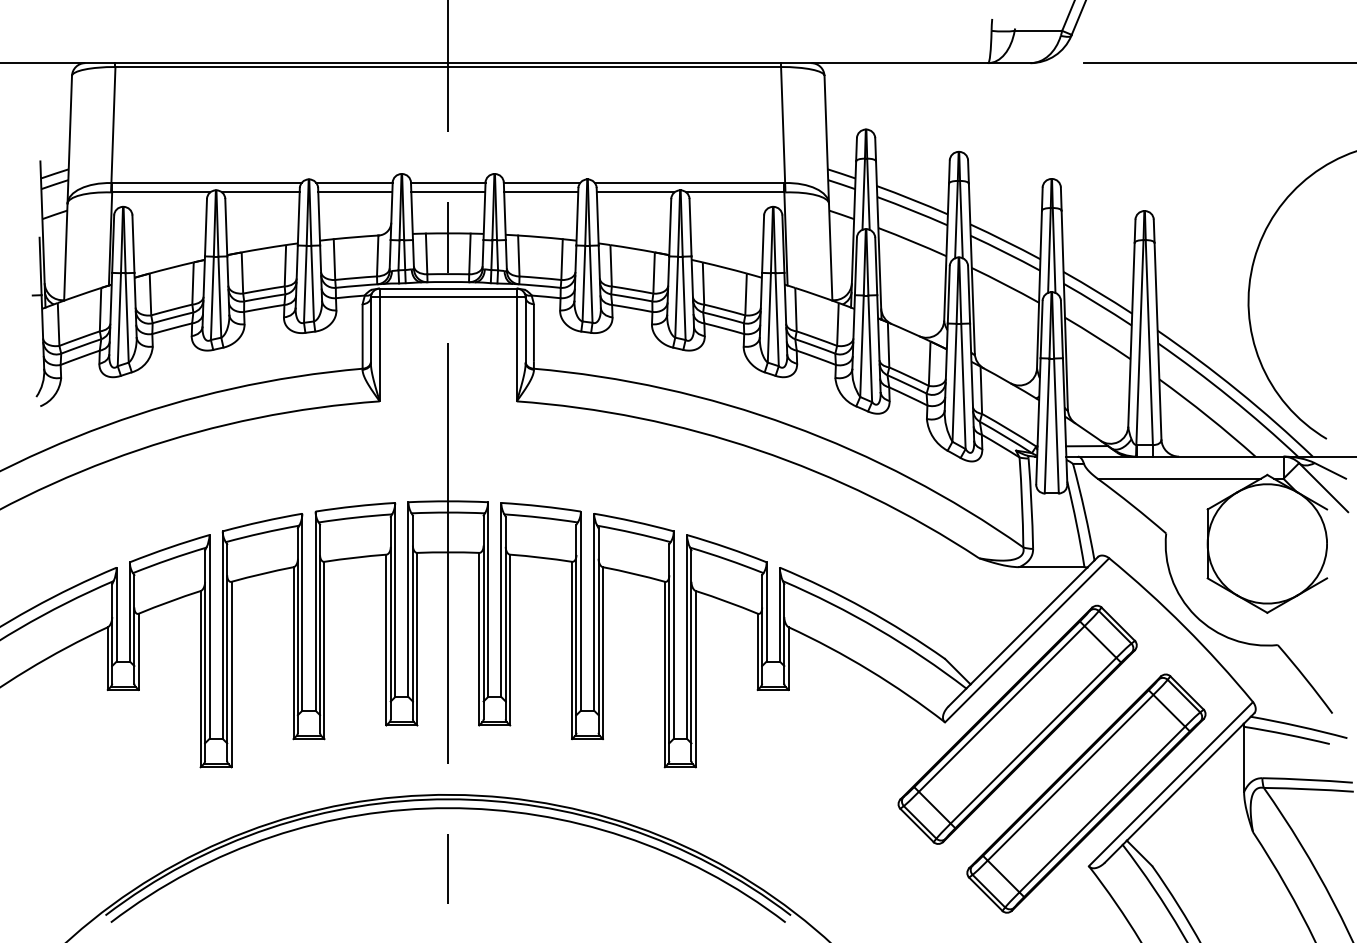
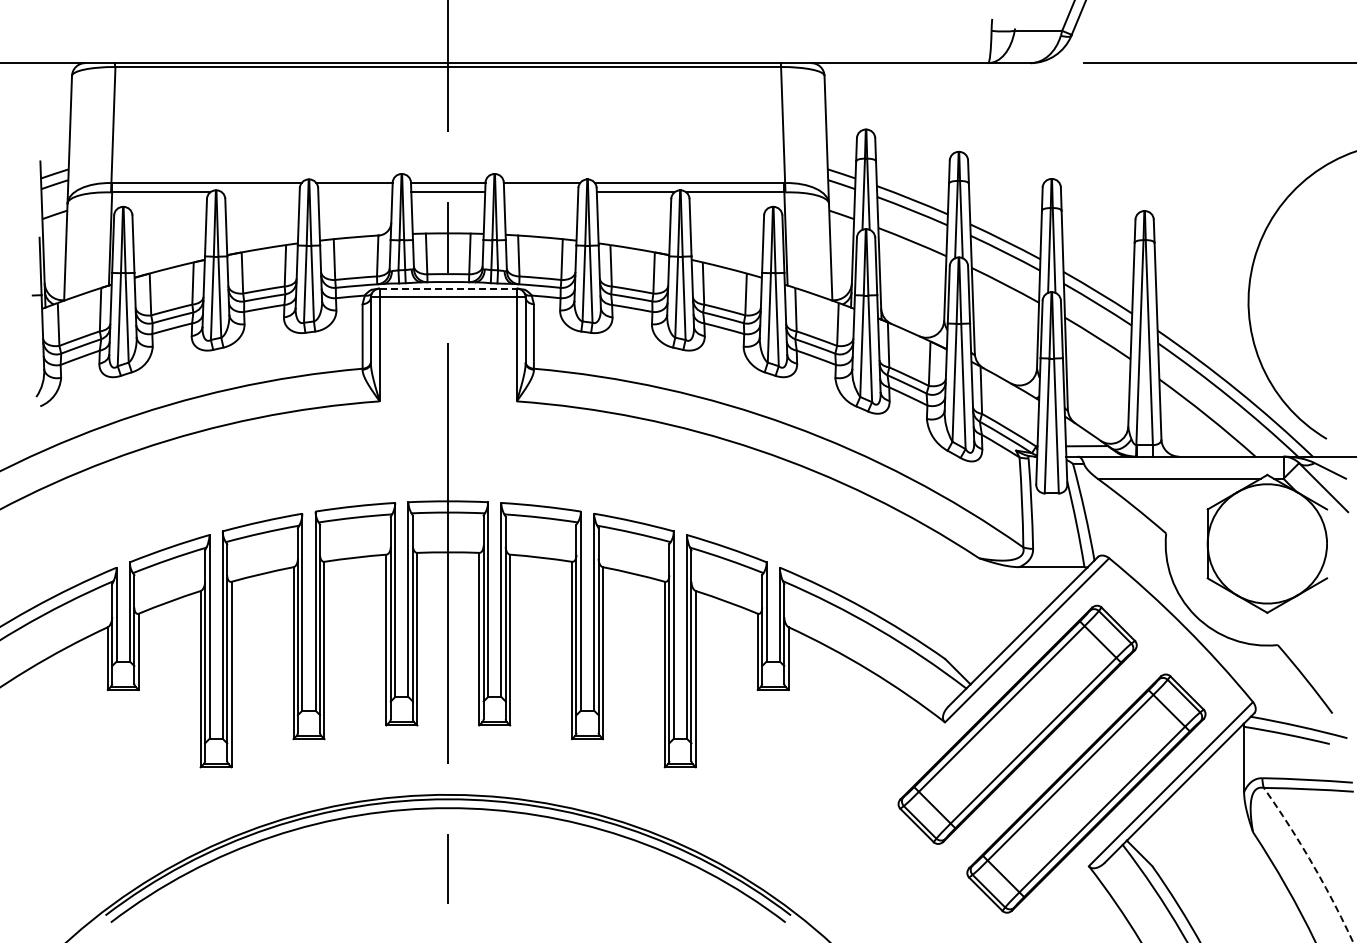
line at (260, 192): present -> none
line at (355, 192): present -> none
line at (541, 192): present -> none
line at (448, 288): solid -> dashed
arc at (1312, 863): solid -> dashed
